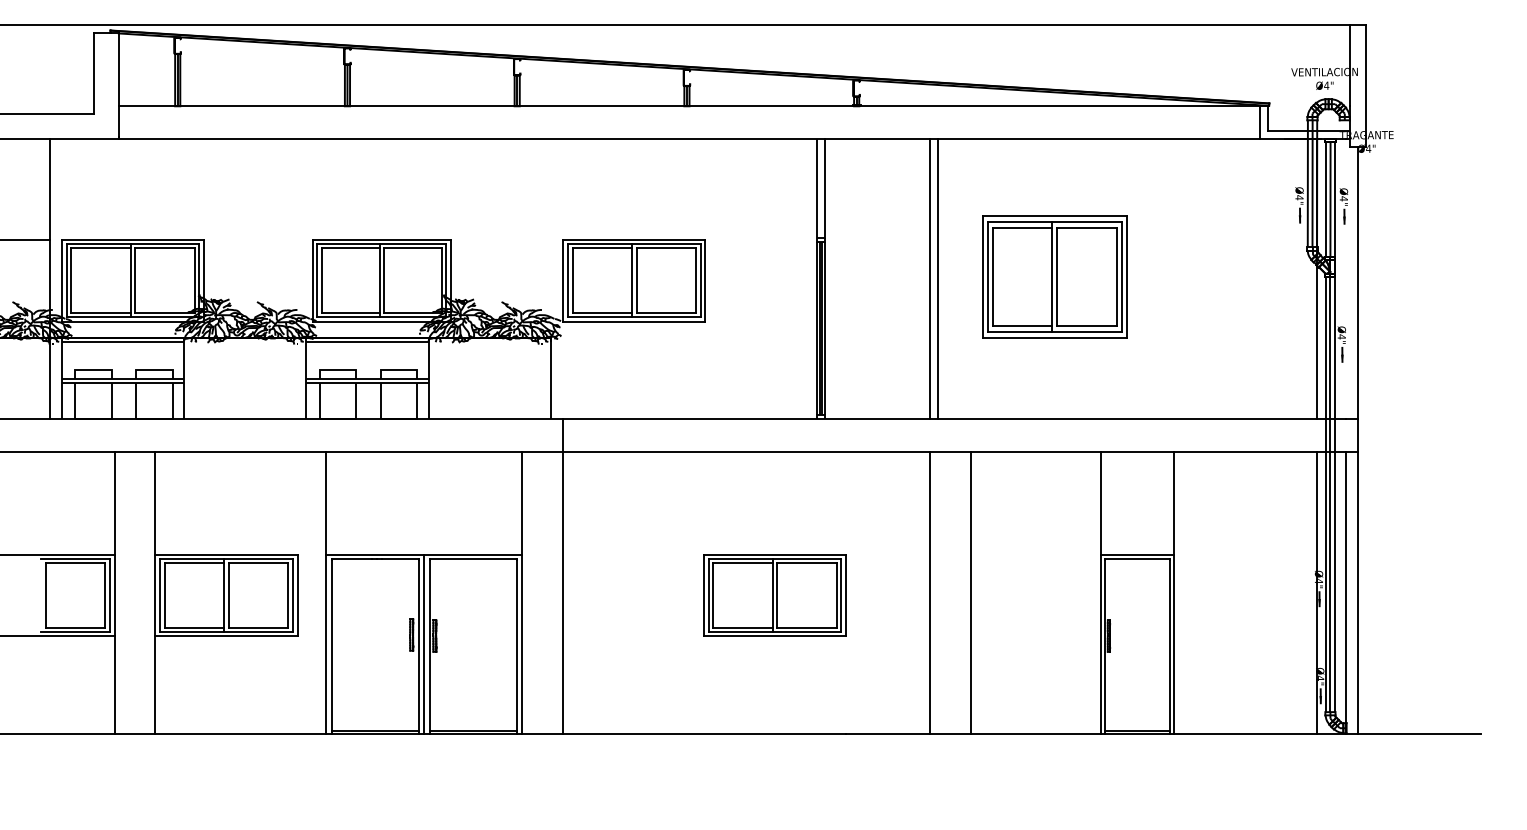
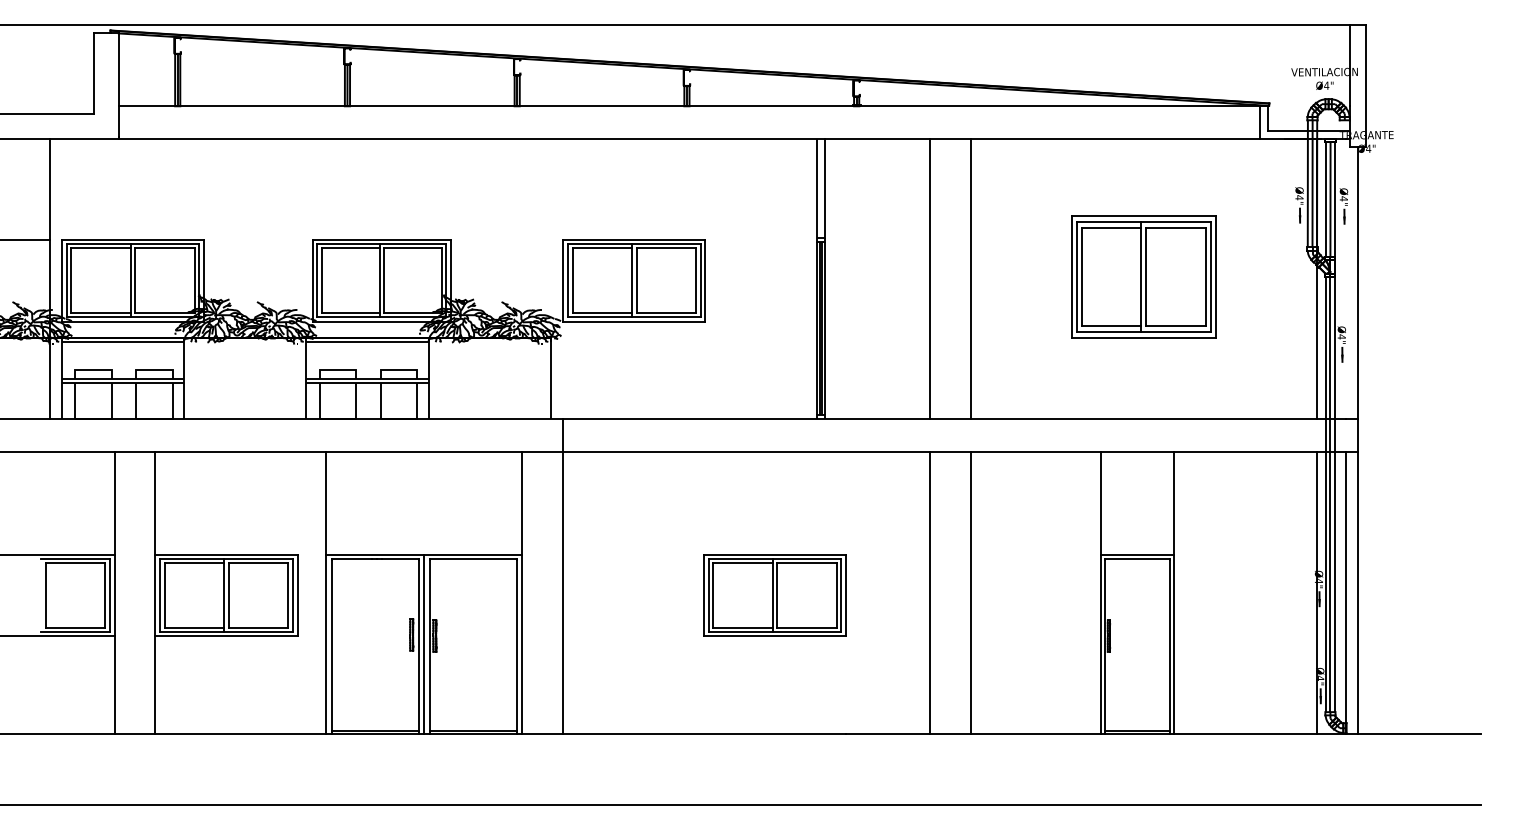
part at (1054, 276) position: (1054, 276) -> (1143, 276)
line at (937, 278) position: (937, 278) -> (970, 278)
line at (741, 805): none -> present
